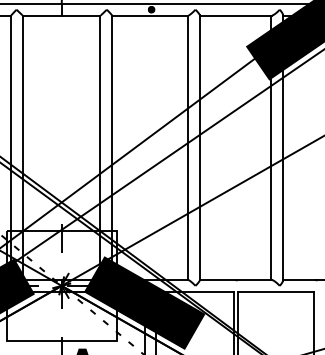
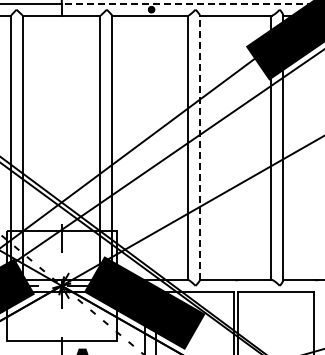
line at (192, 3): solid -> dashed
line at (199, 147): solid -> dashed
